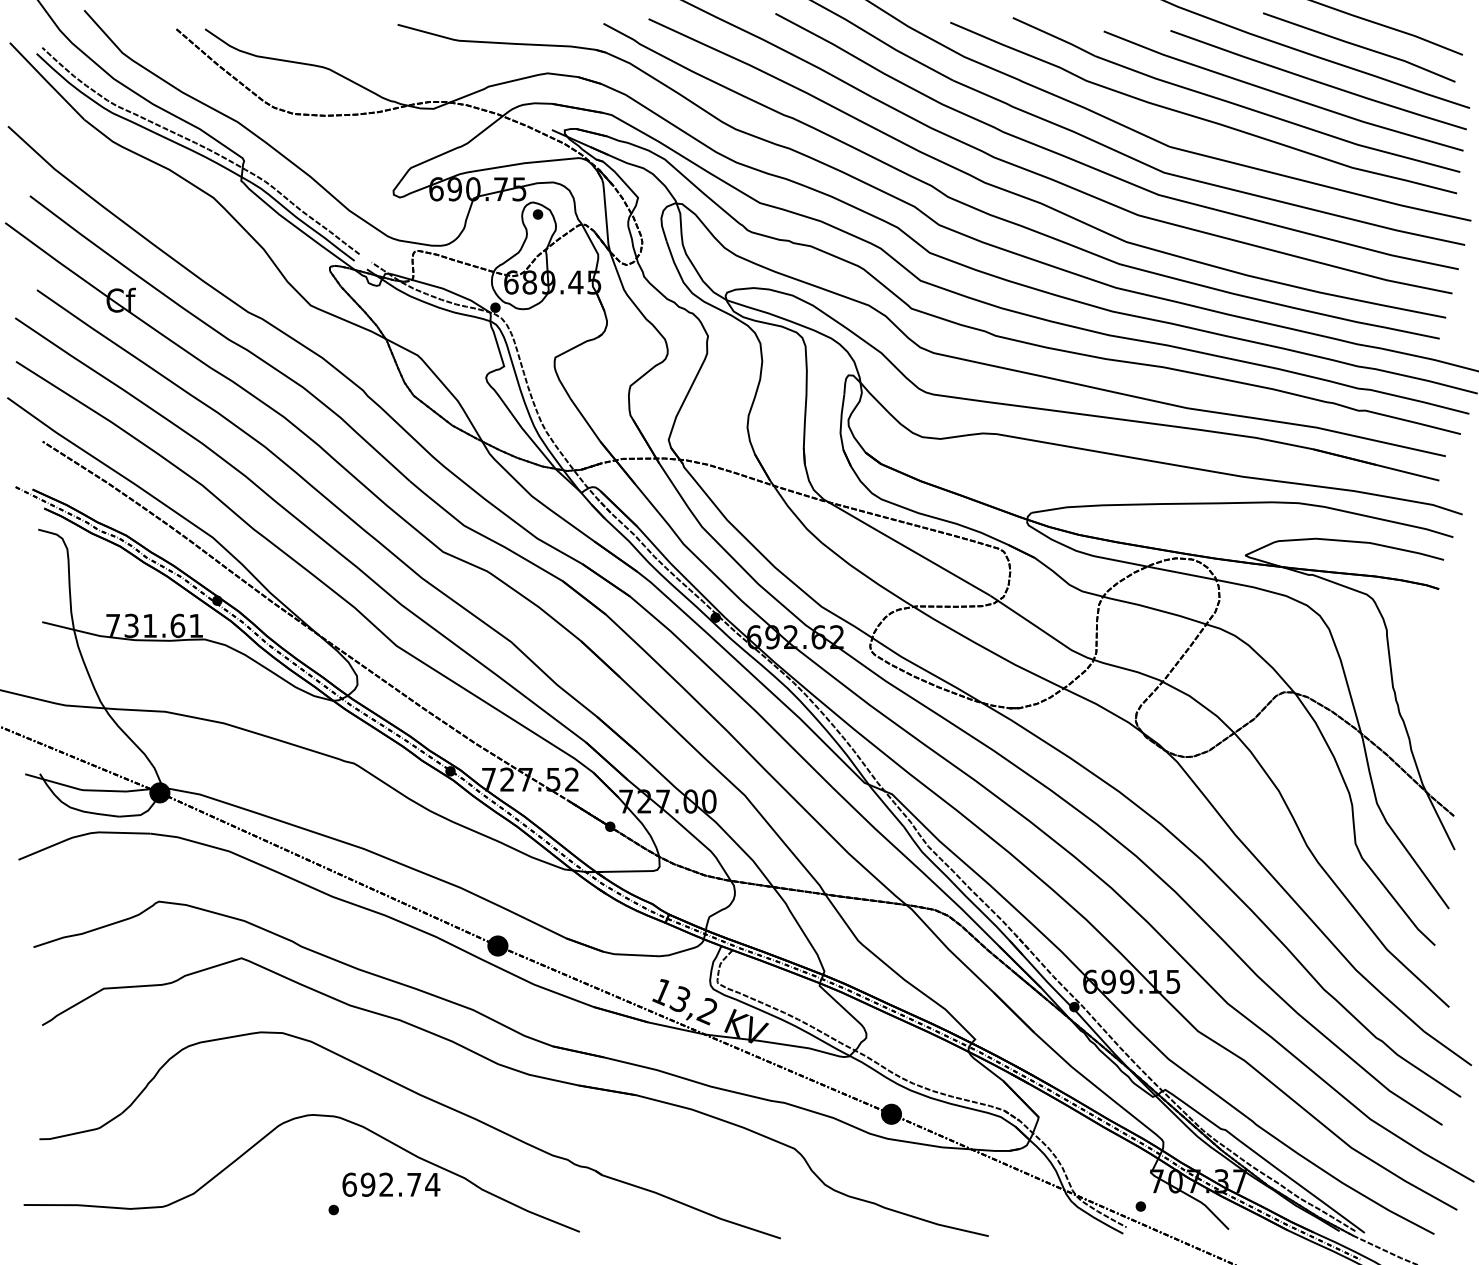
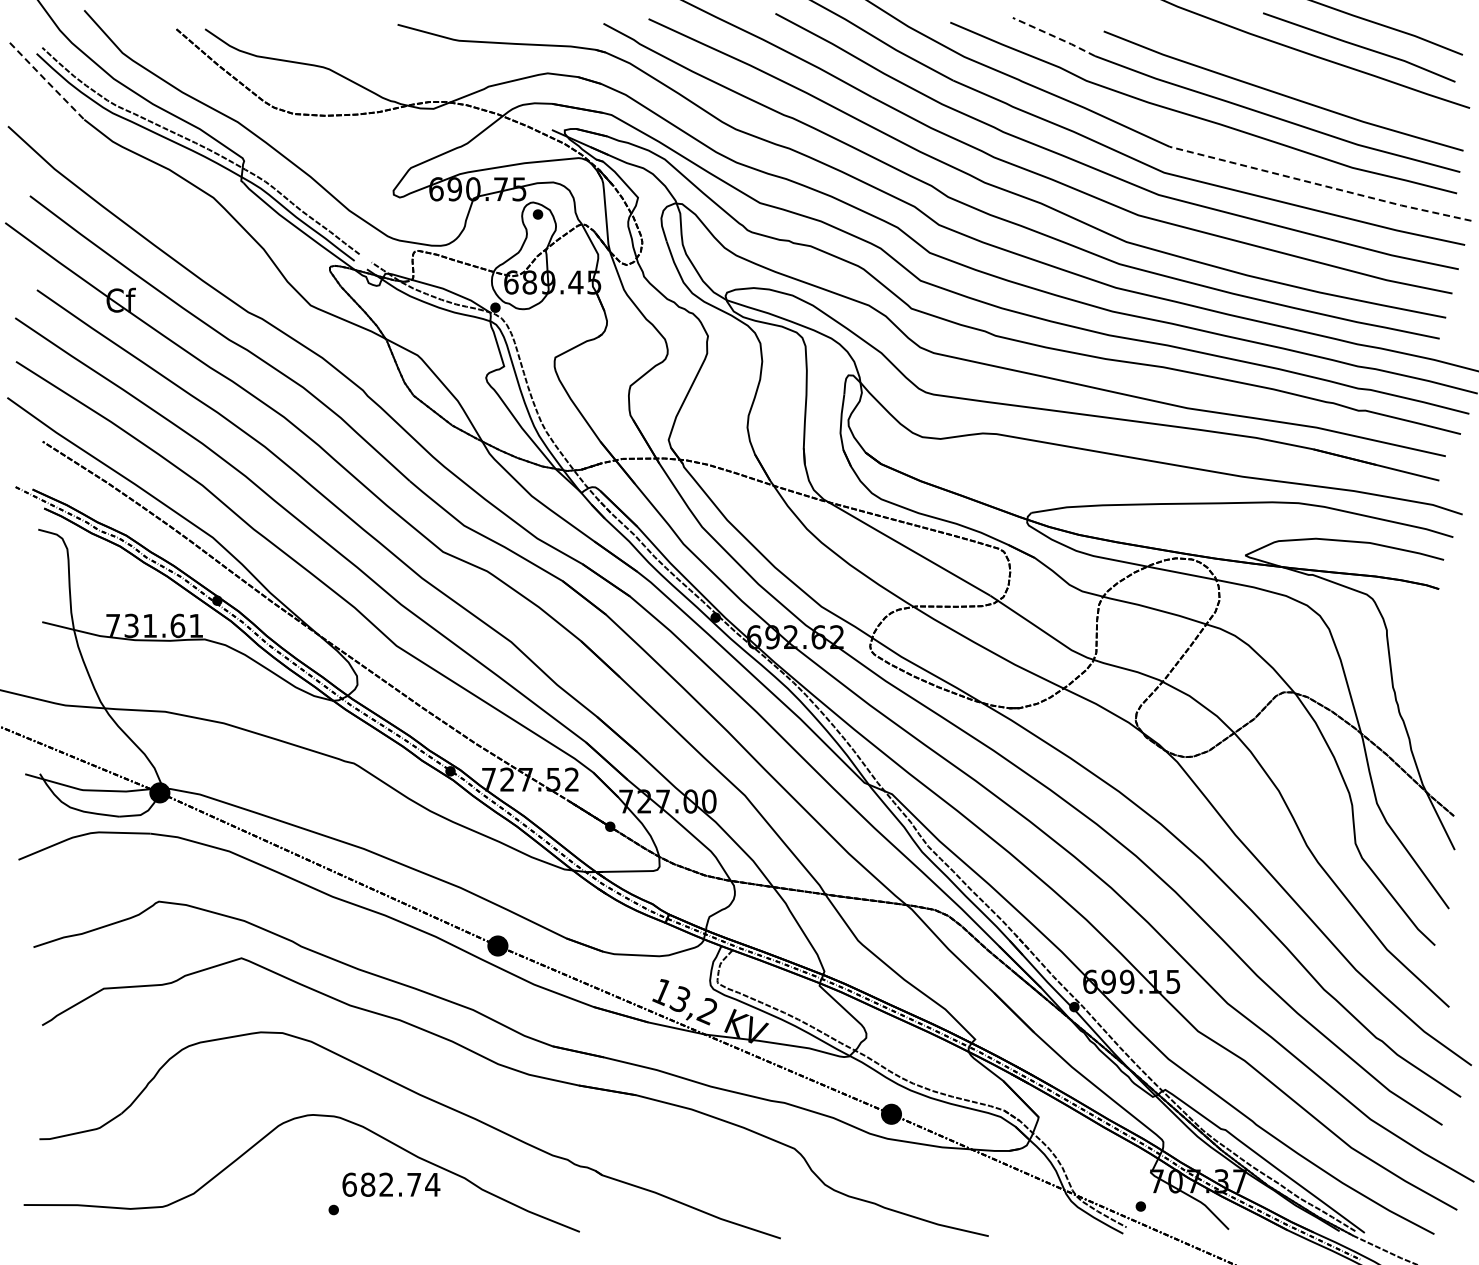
line at (1054, 36): solid -> dashed
part at (1318, 80): present -> none
line at (46, 81): solid -> dashed
line at (1320, 185): solid -> dashed
text at (367, 1184): 692.74 -> 682.74
